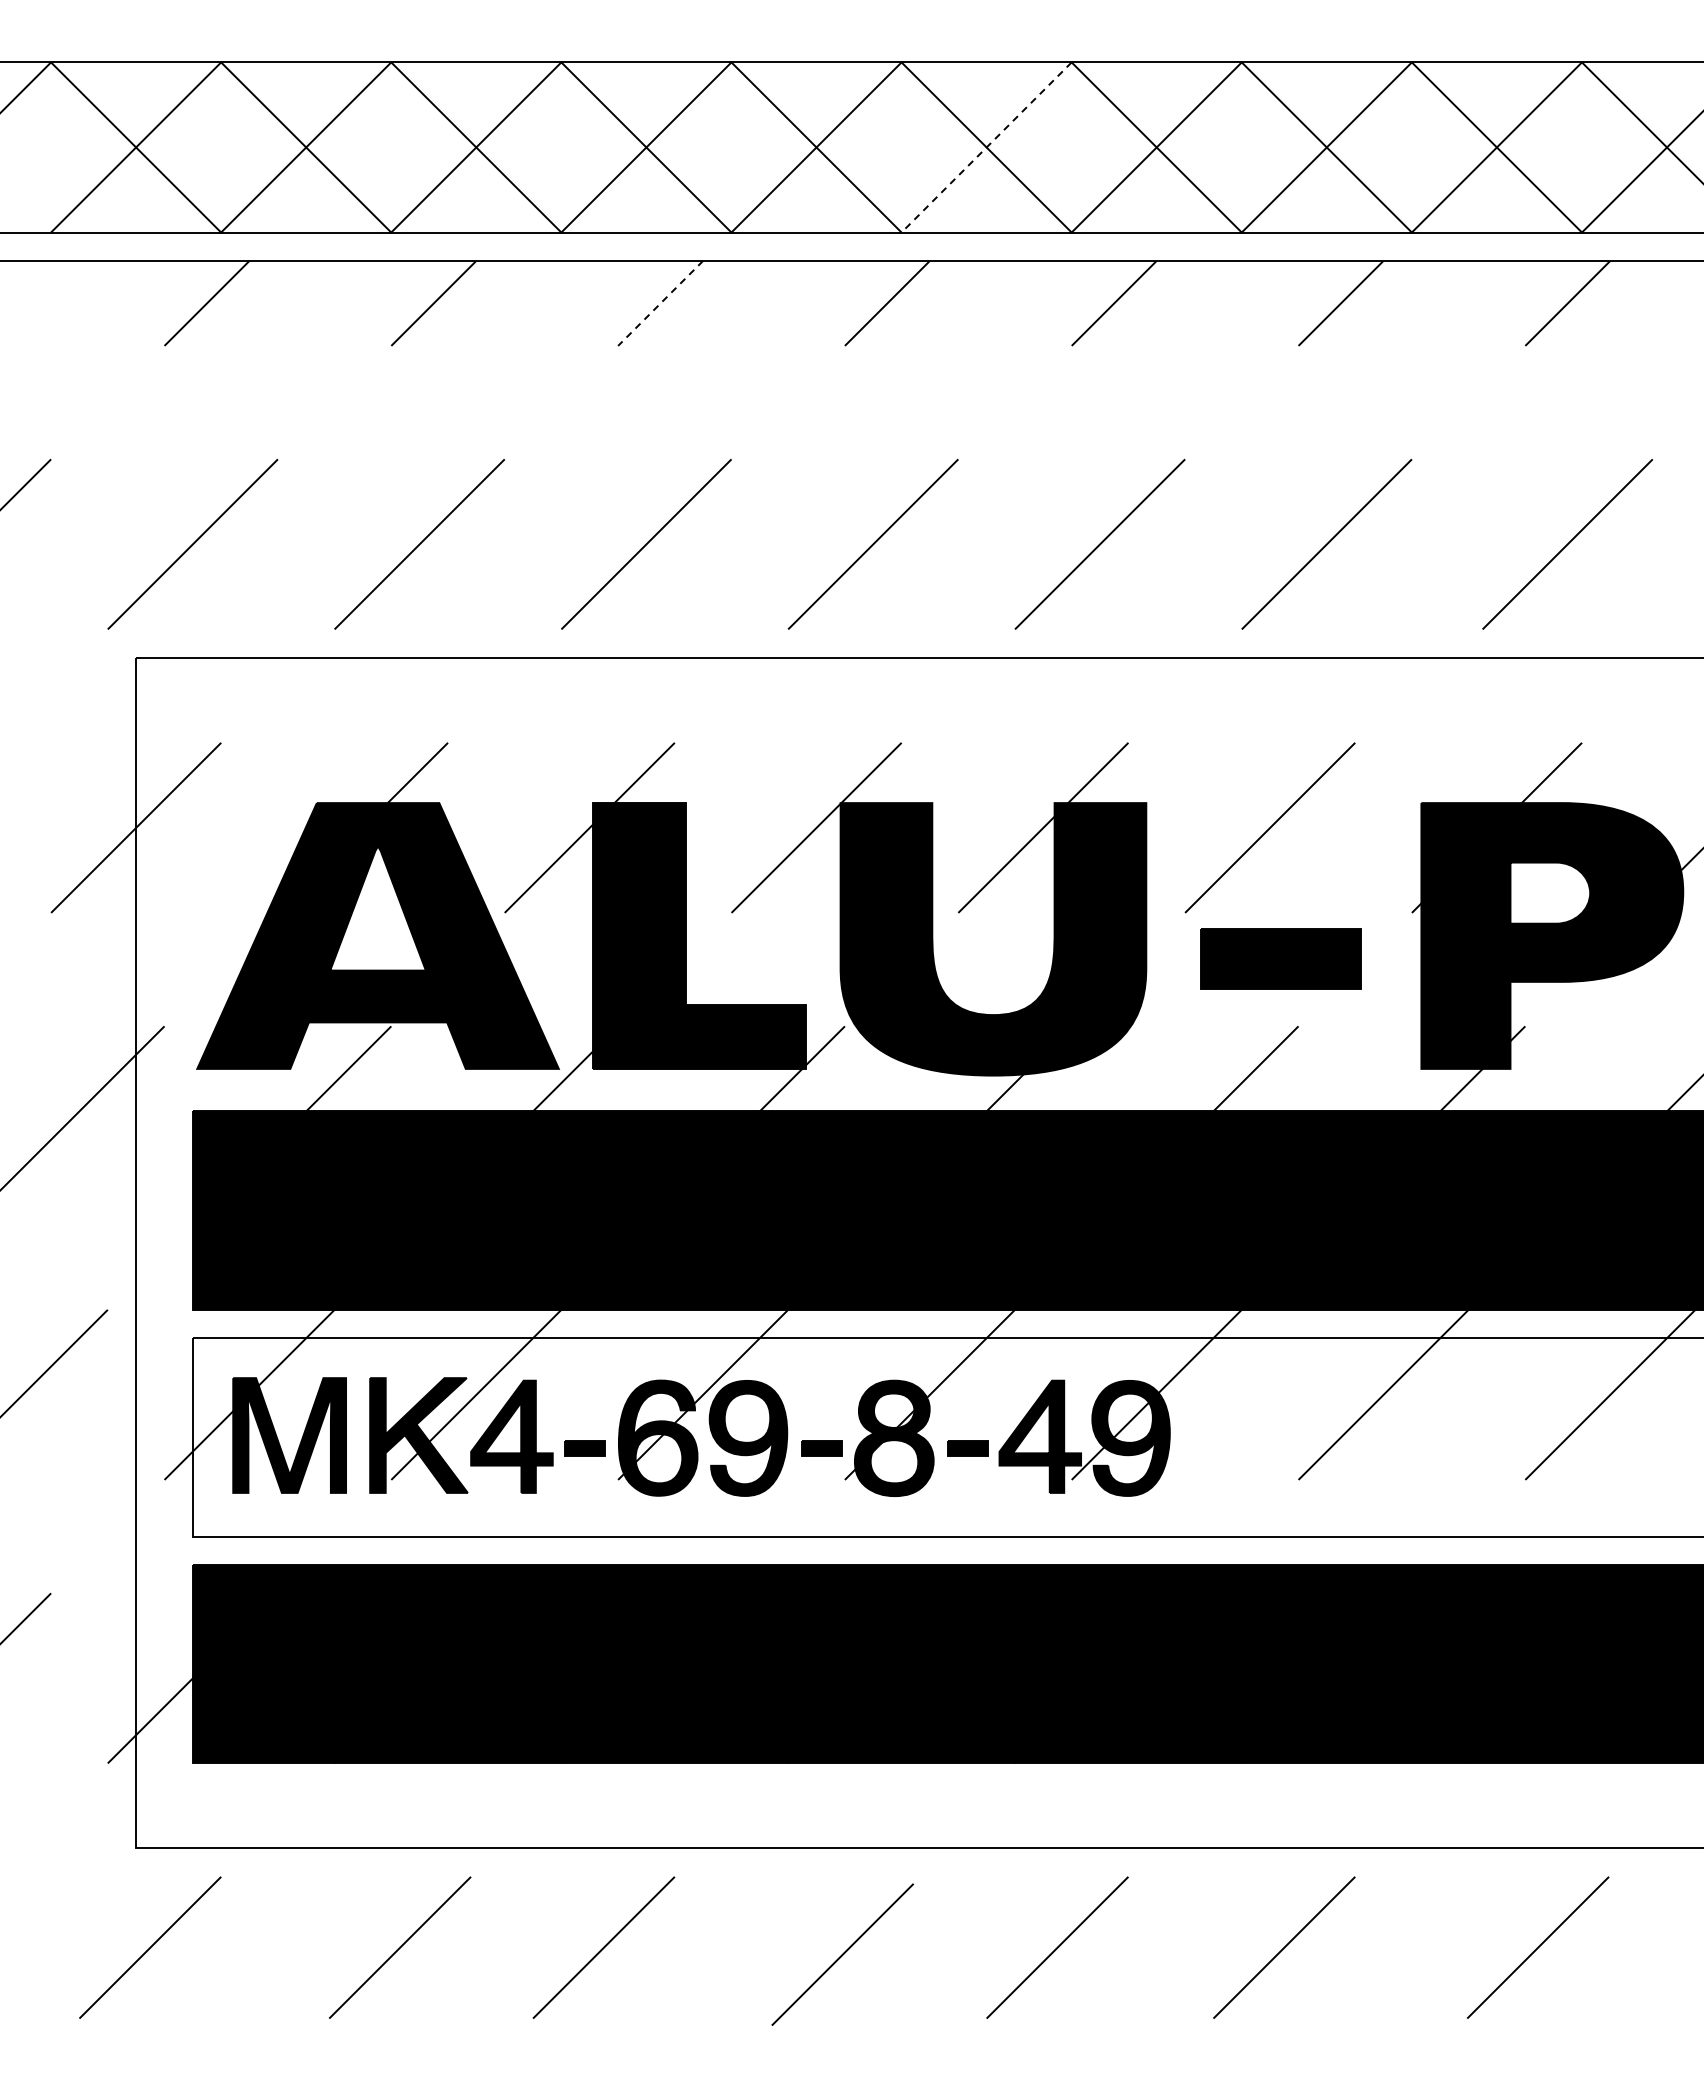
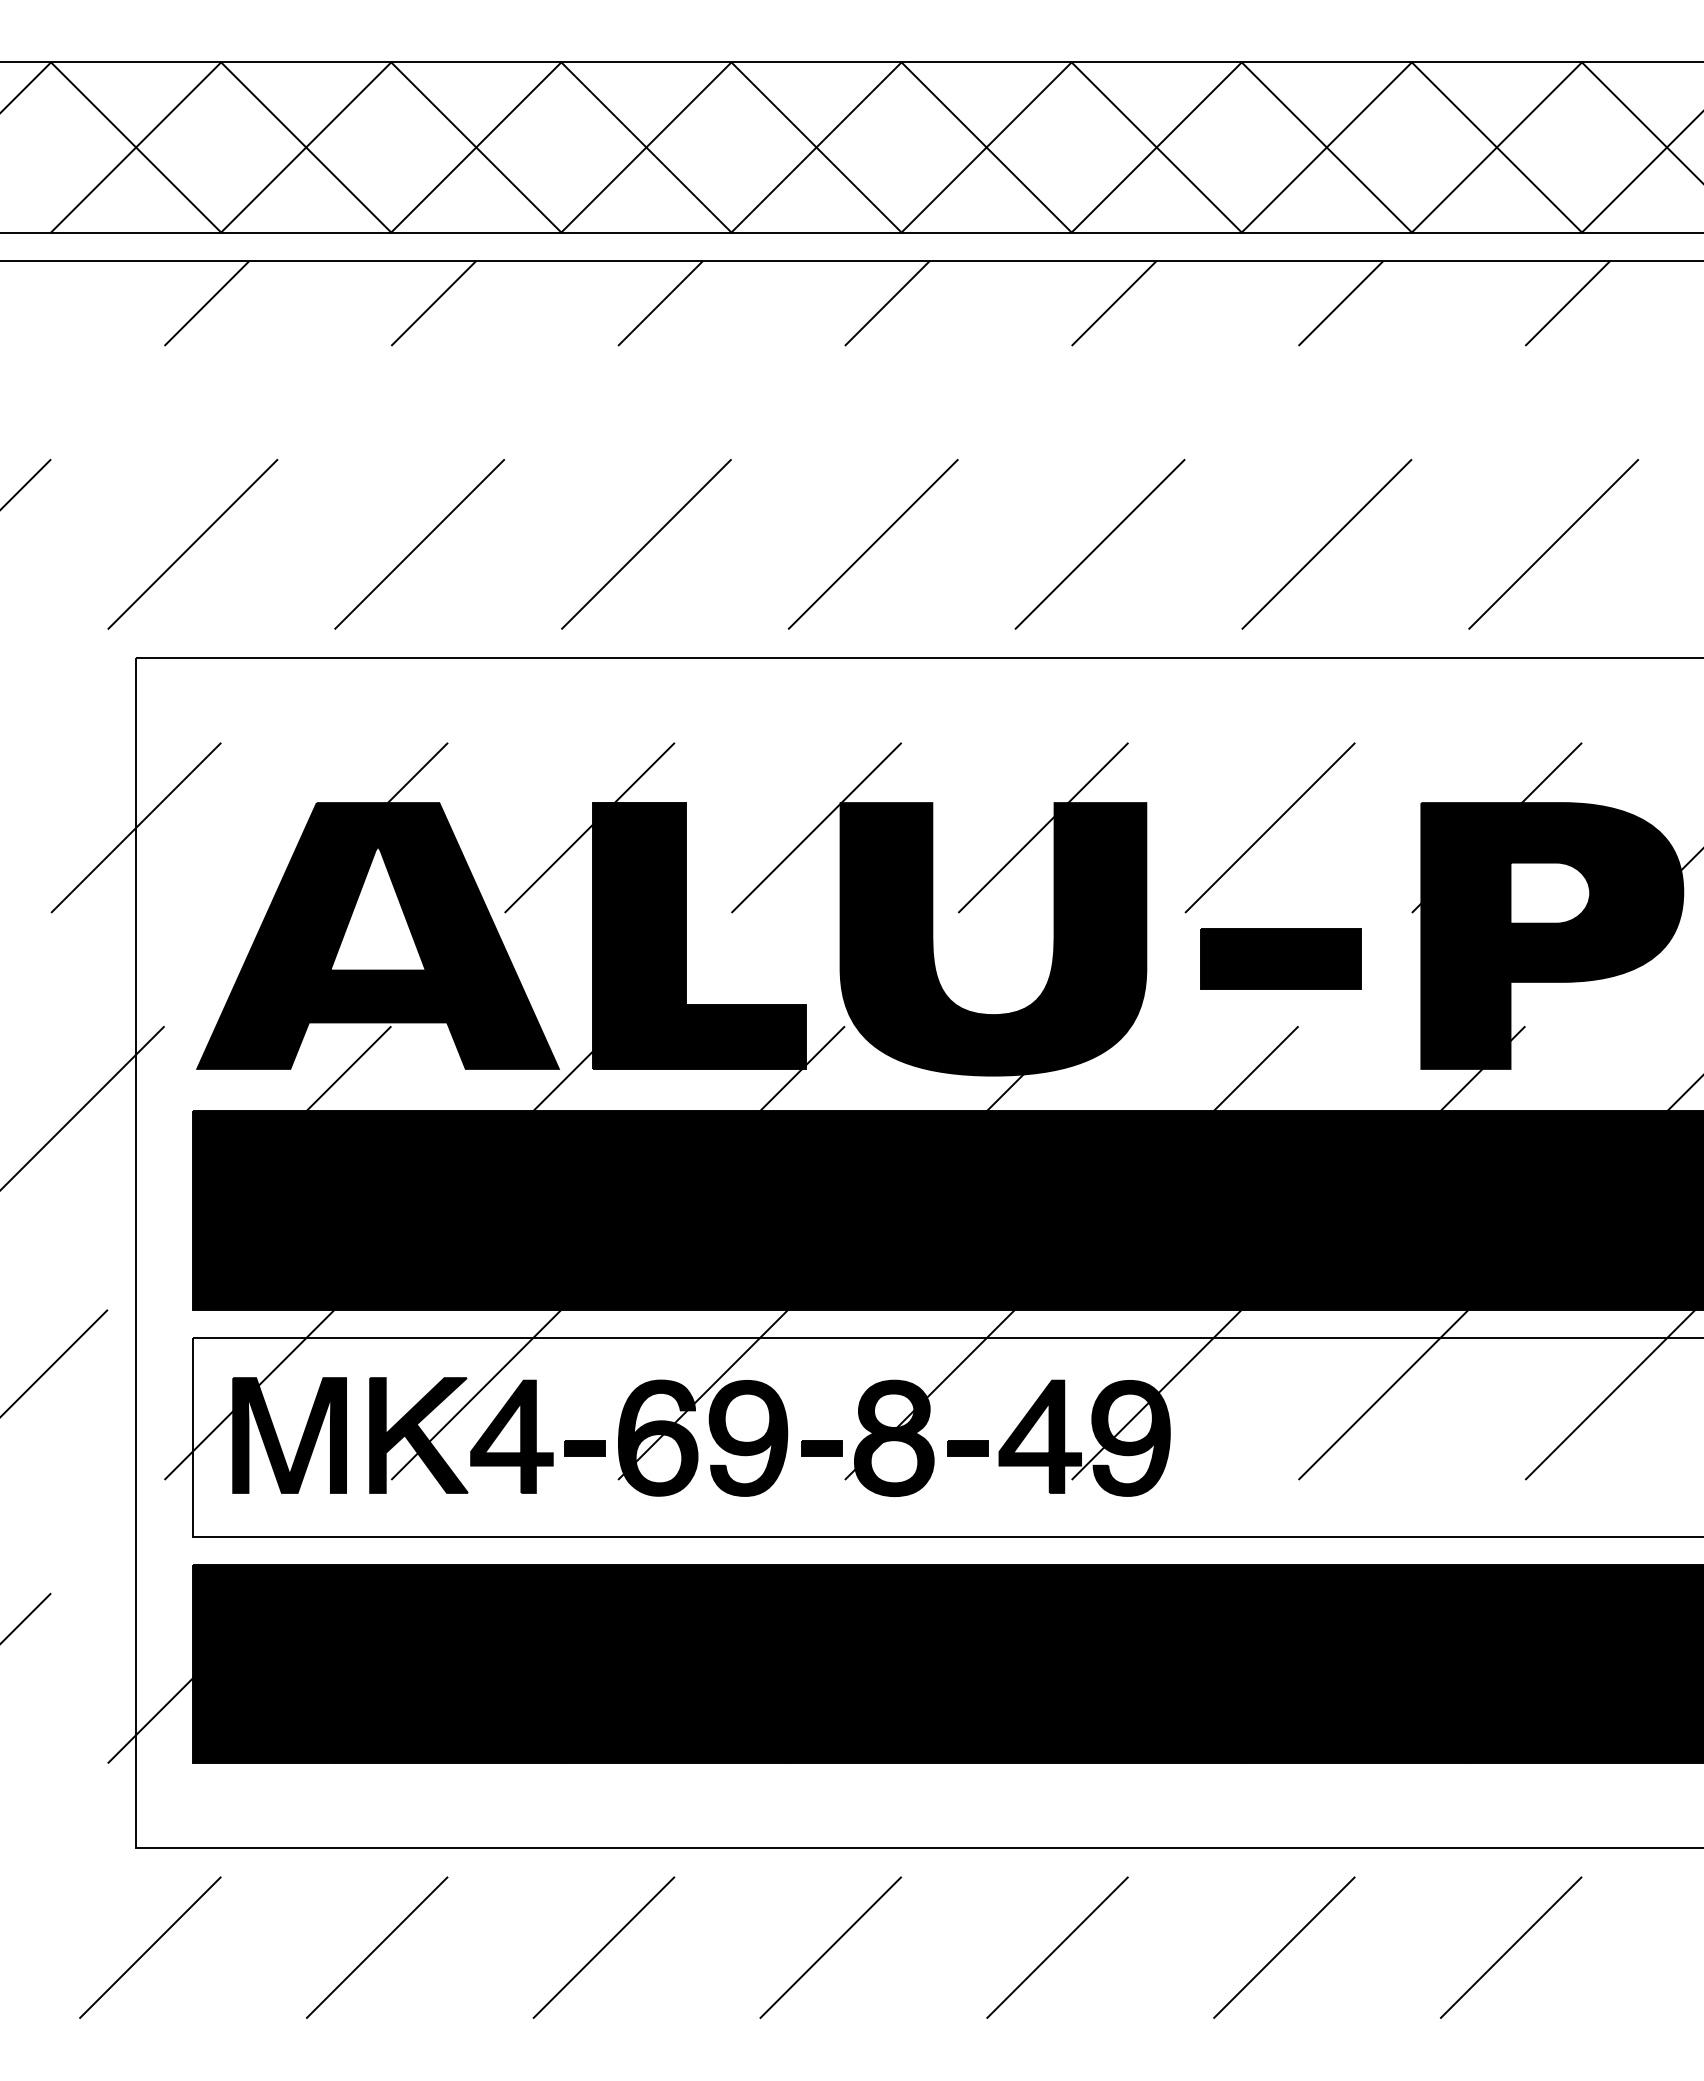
line at (986, 147): dashed -> solid
line at (660, 303): dashed -> solid
line at (1567, 544) position: (1567, 544) -> (1553, 544)
line at (400, 1947) position: (400, 1947) -> (377, 1947)
line at (1538, 1947) position: (1538, 1947) -> (1511, 1947)
line at (842, 1954) position: (842, 1954) -> (830, 1947)
